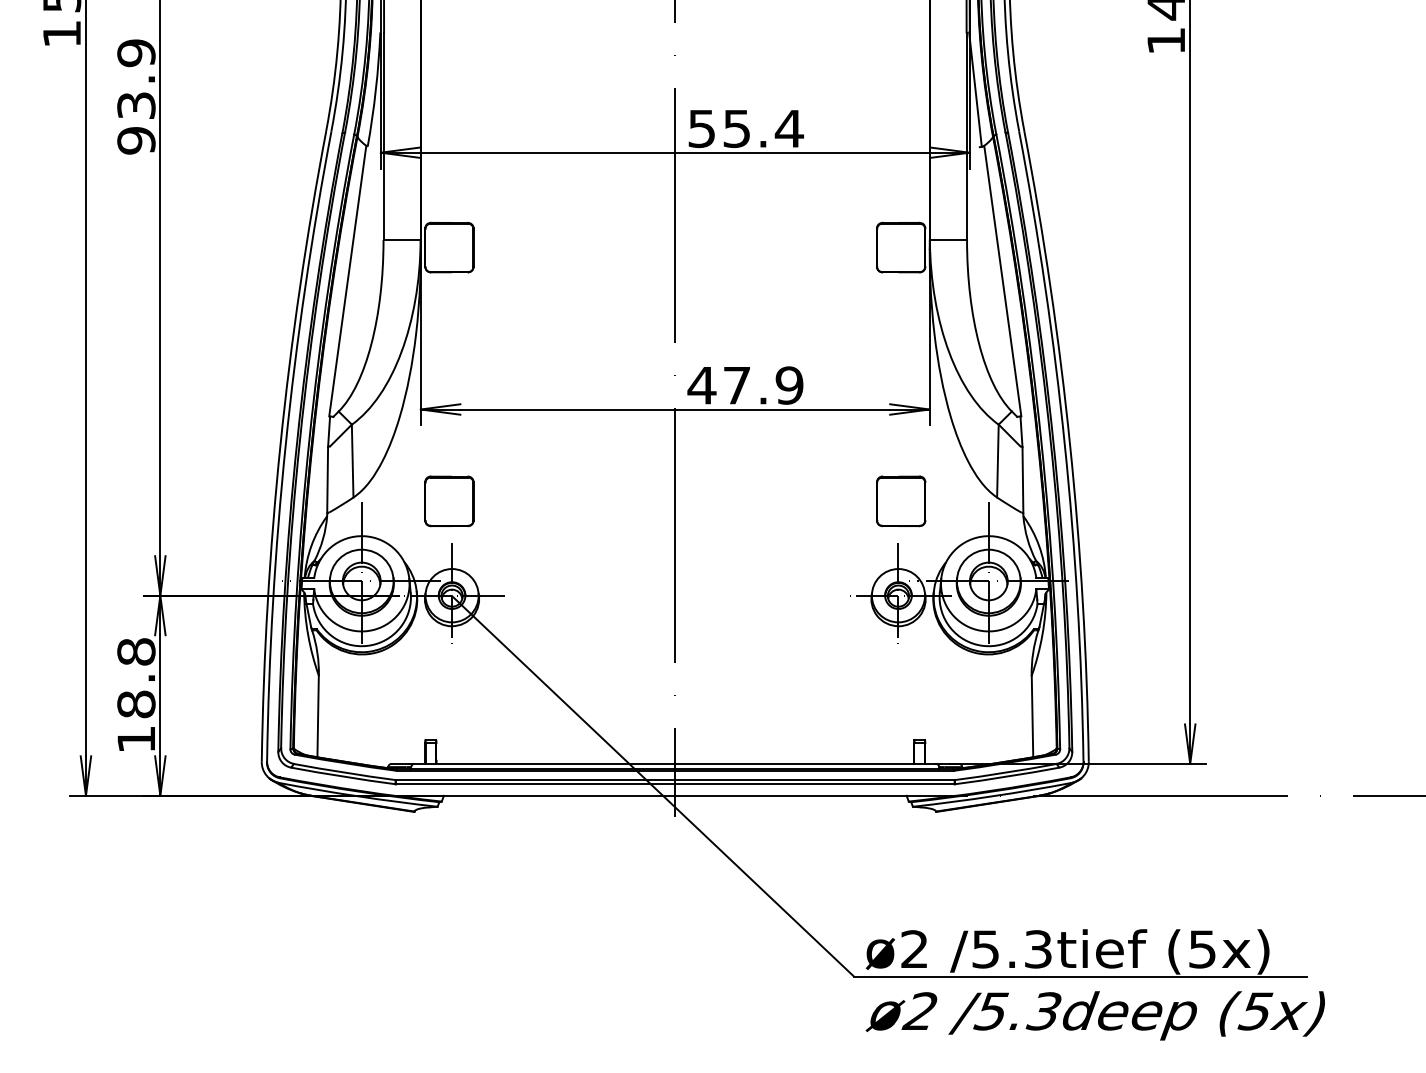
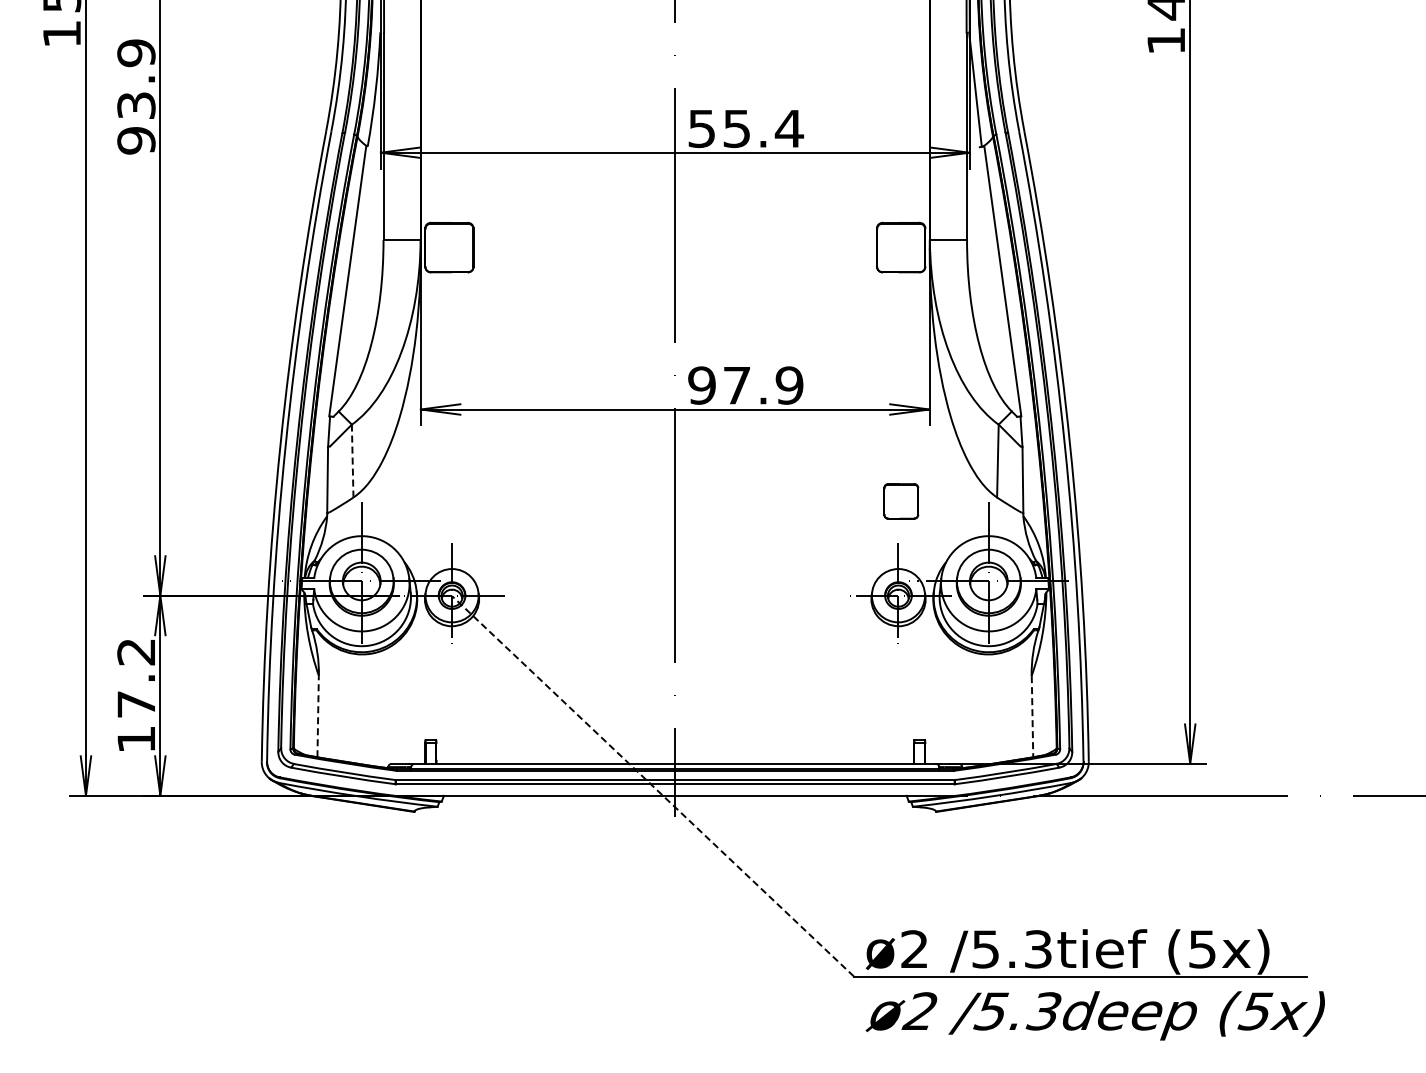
text at (701, 385): 47.9 -> 97.9
line at (352, 461): solid -> dashed
part at (449, 501): present -> none
part at (901, 501) size: 51x53 px -> 37x37 px
text at (136, 678): 18.8 -> 17.2
line at (318, 716): solid -> dashed
line at (1032, 716): solid -> dashed
line at (653, 786): solid -> dashed
